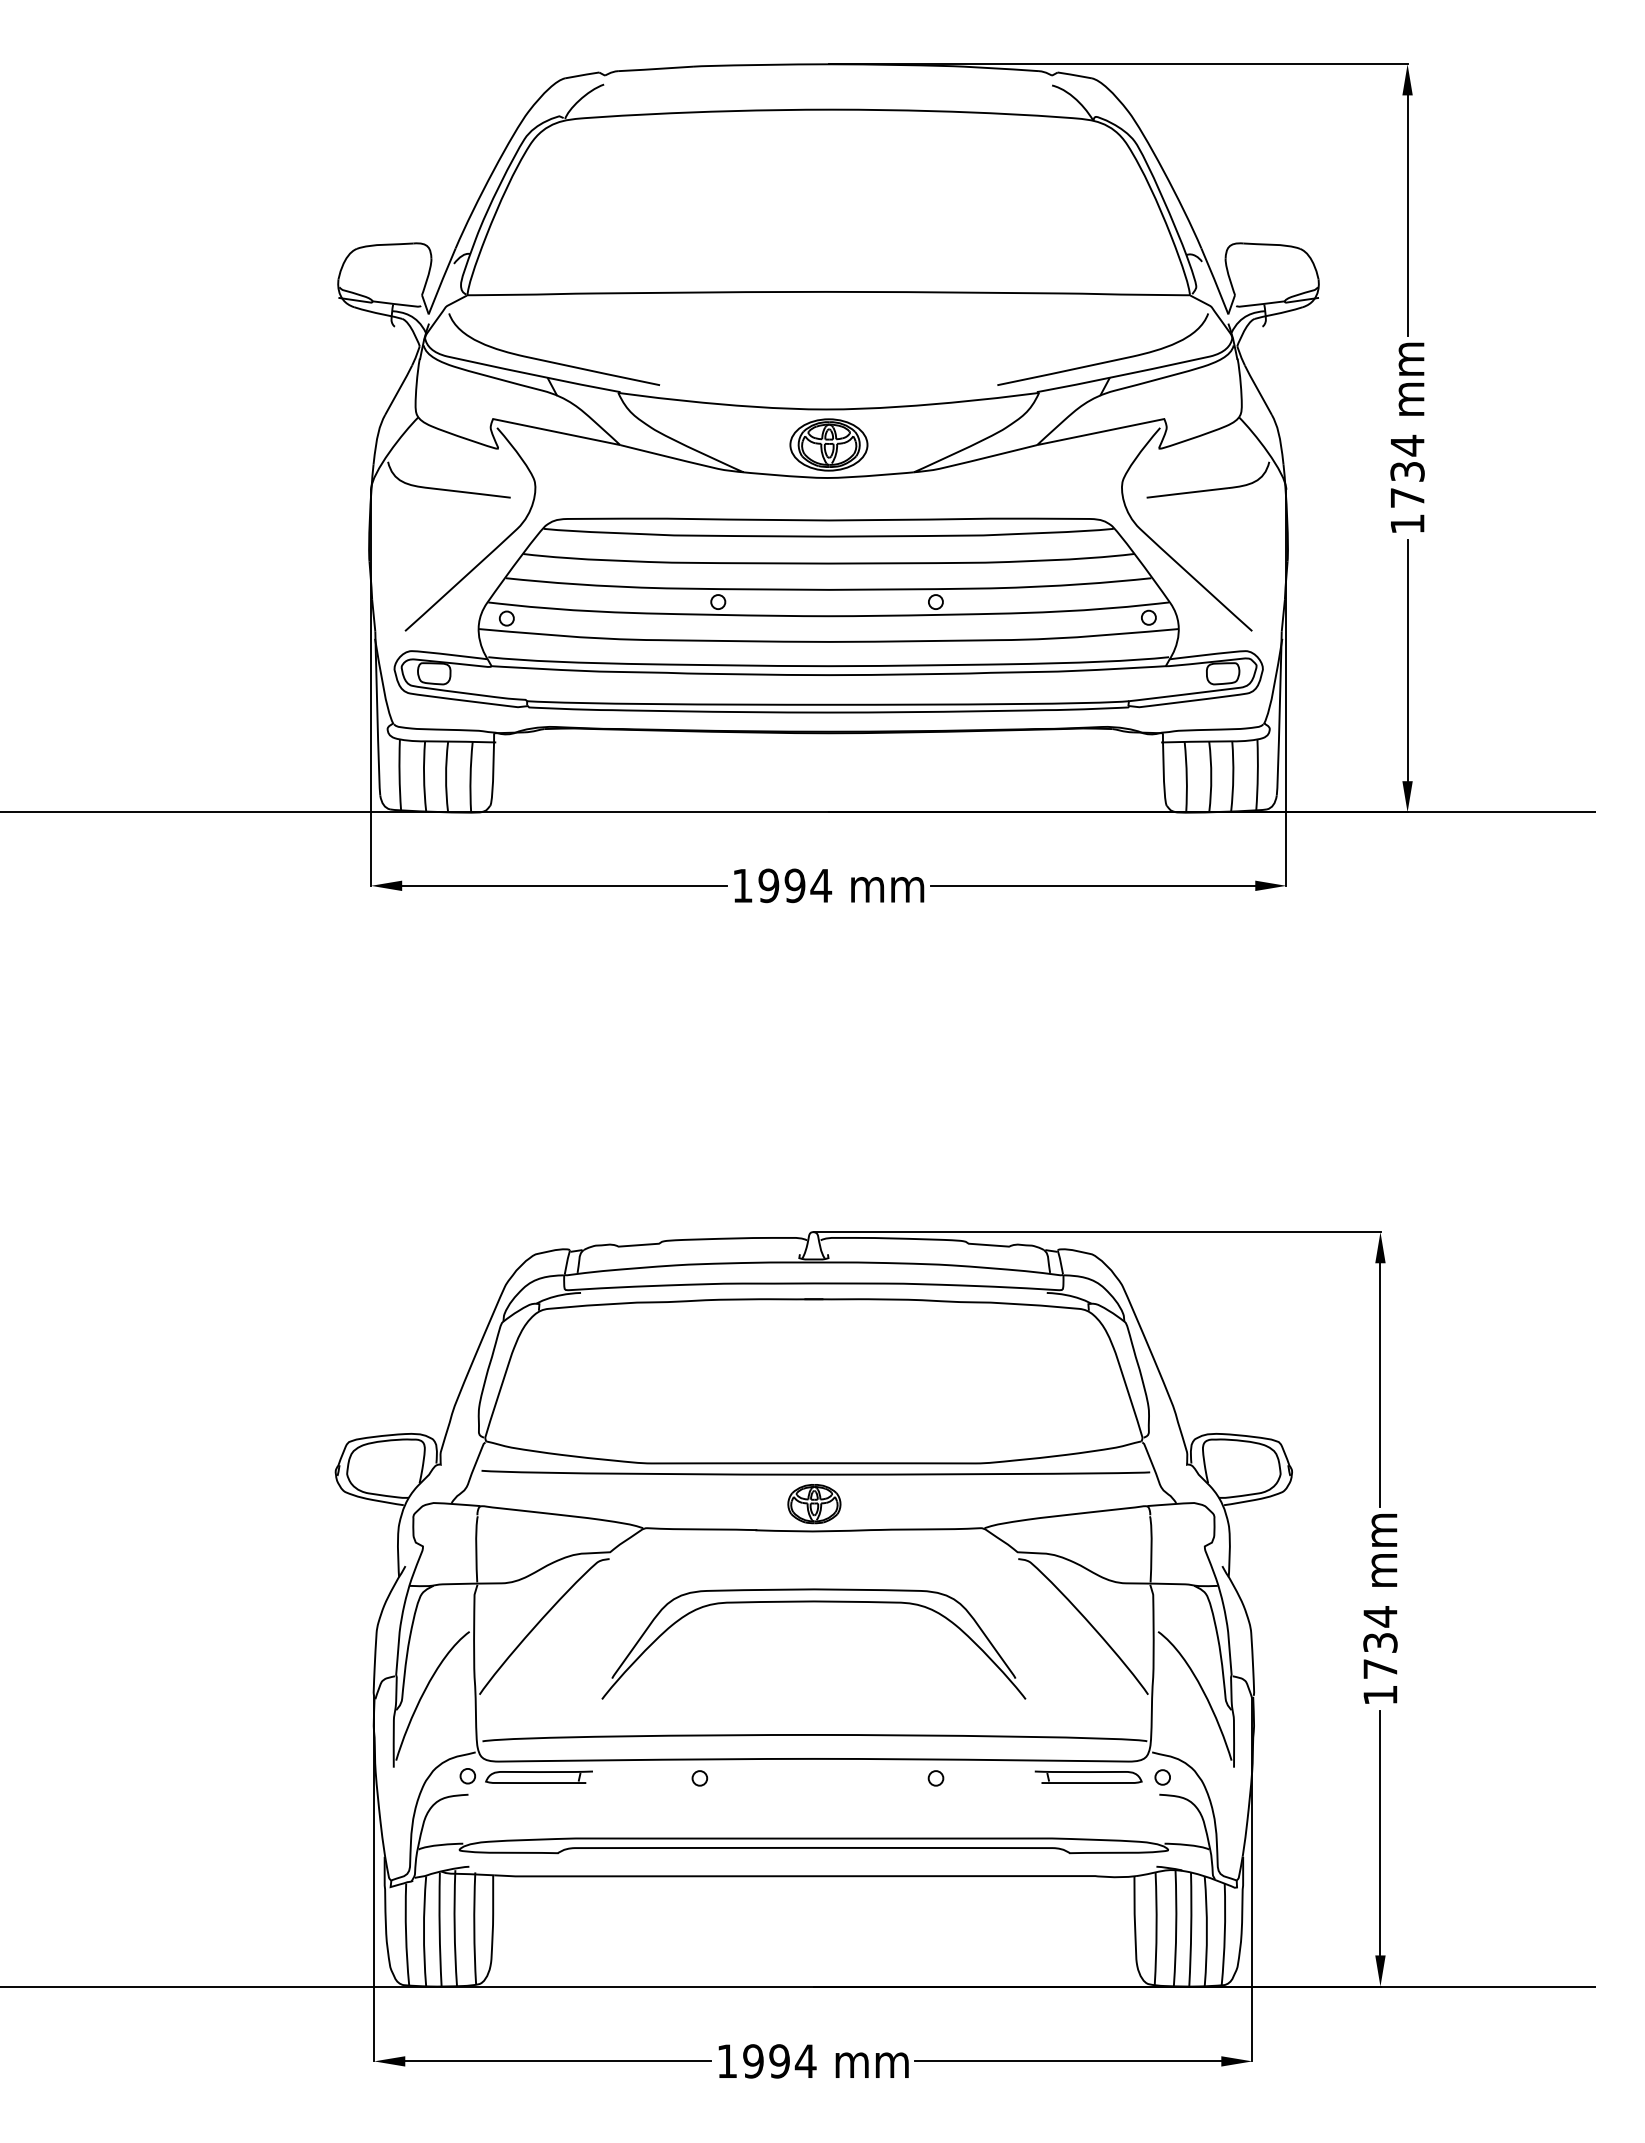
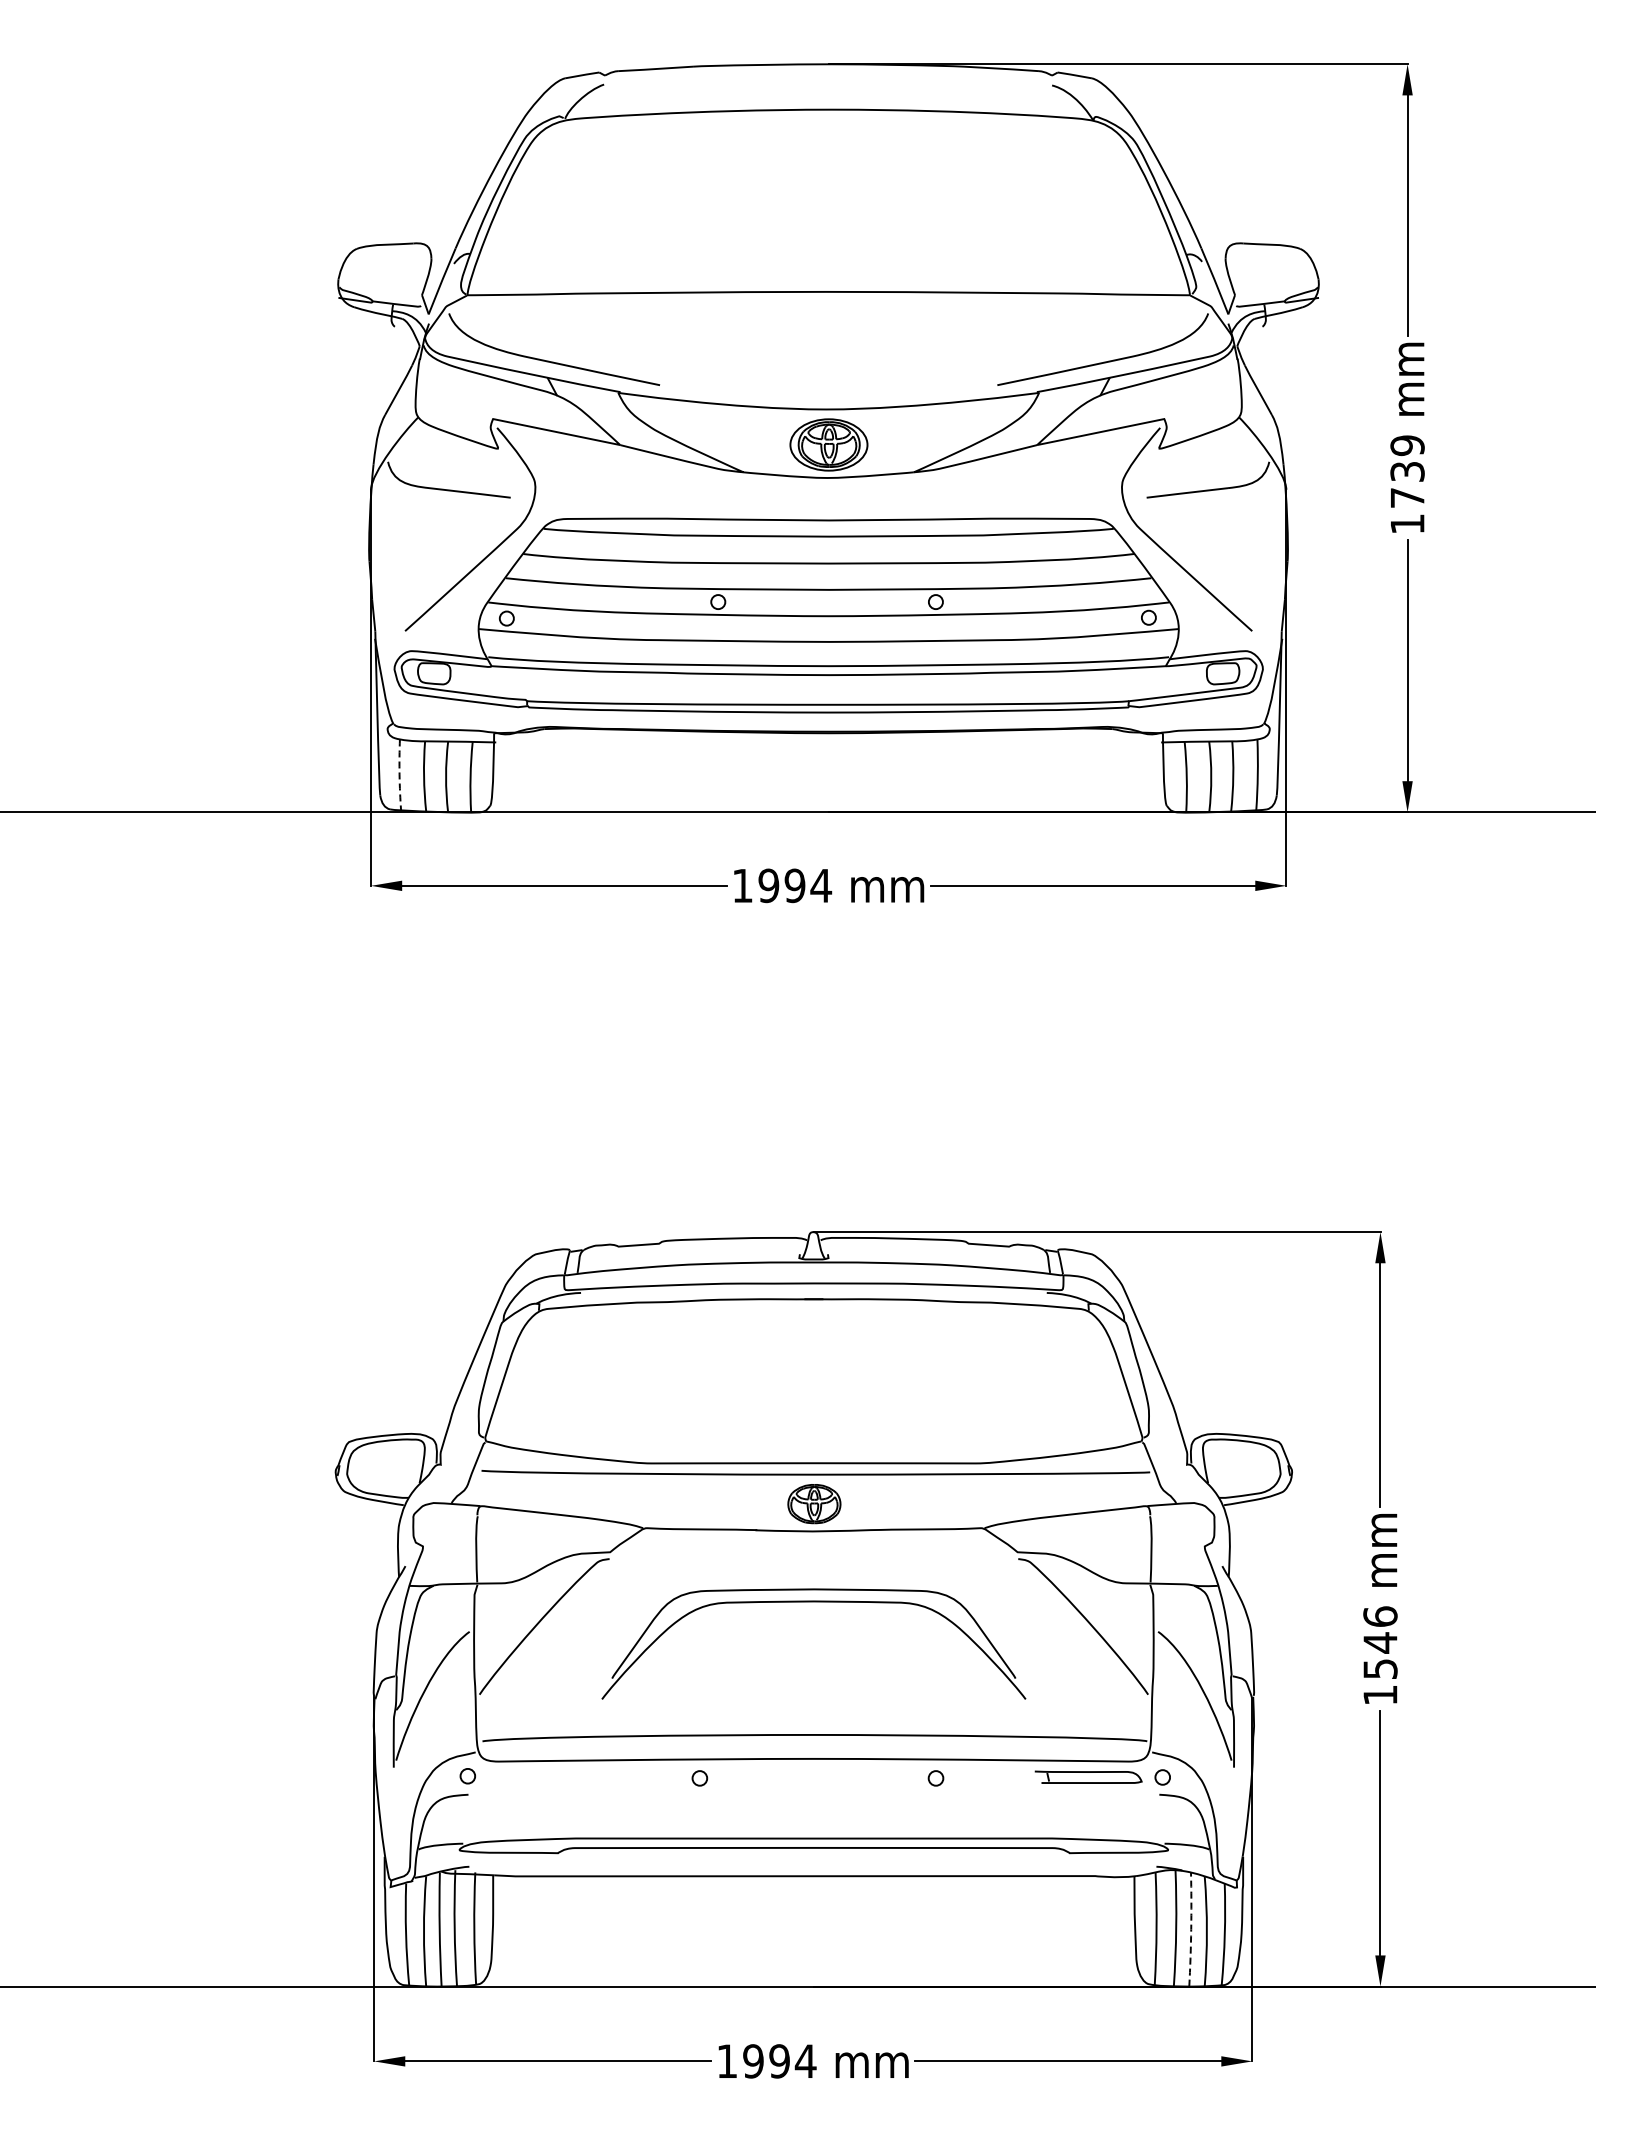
text at (1407, 445): 1734 -> 1739
arc at (399, 774): solid -> dashed
text at (1380, 1642): 1734 -> 1546
part at (538, 1776): present -> none
arc at (1191, 1929): solid -> dashed
